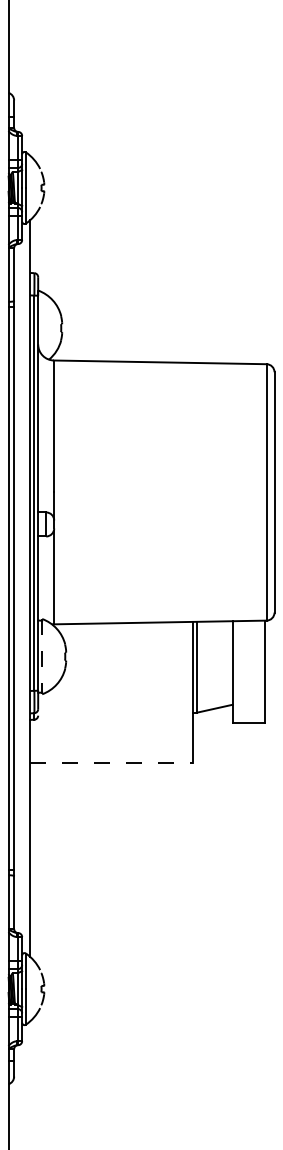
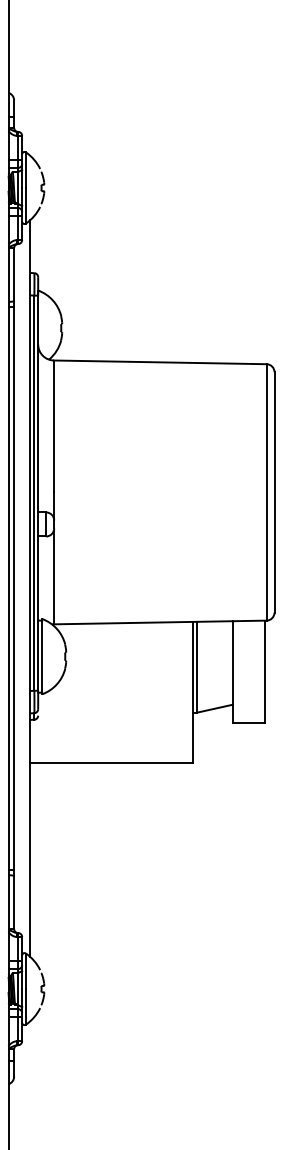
line at (42, 656): dashed -> solid
line at (111, 763): dashed -> solid
